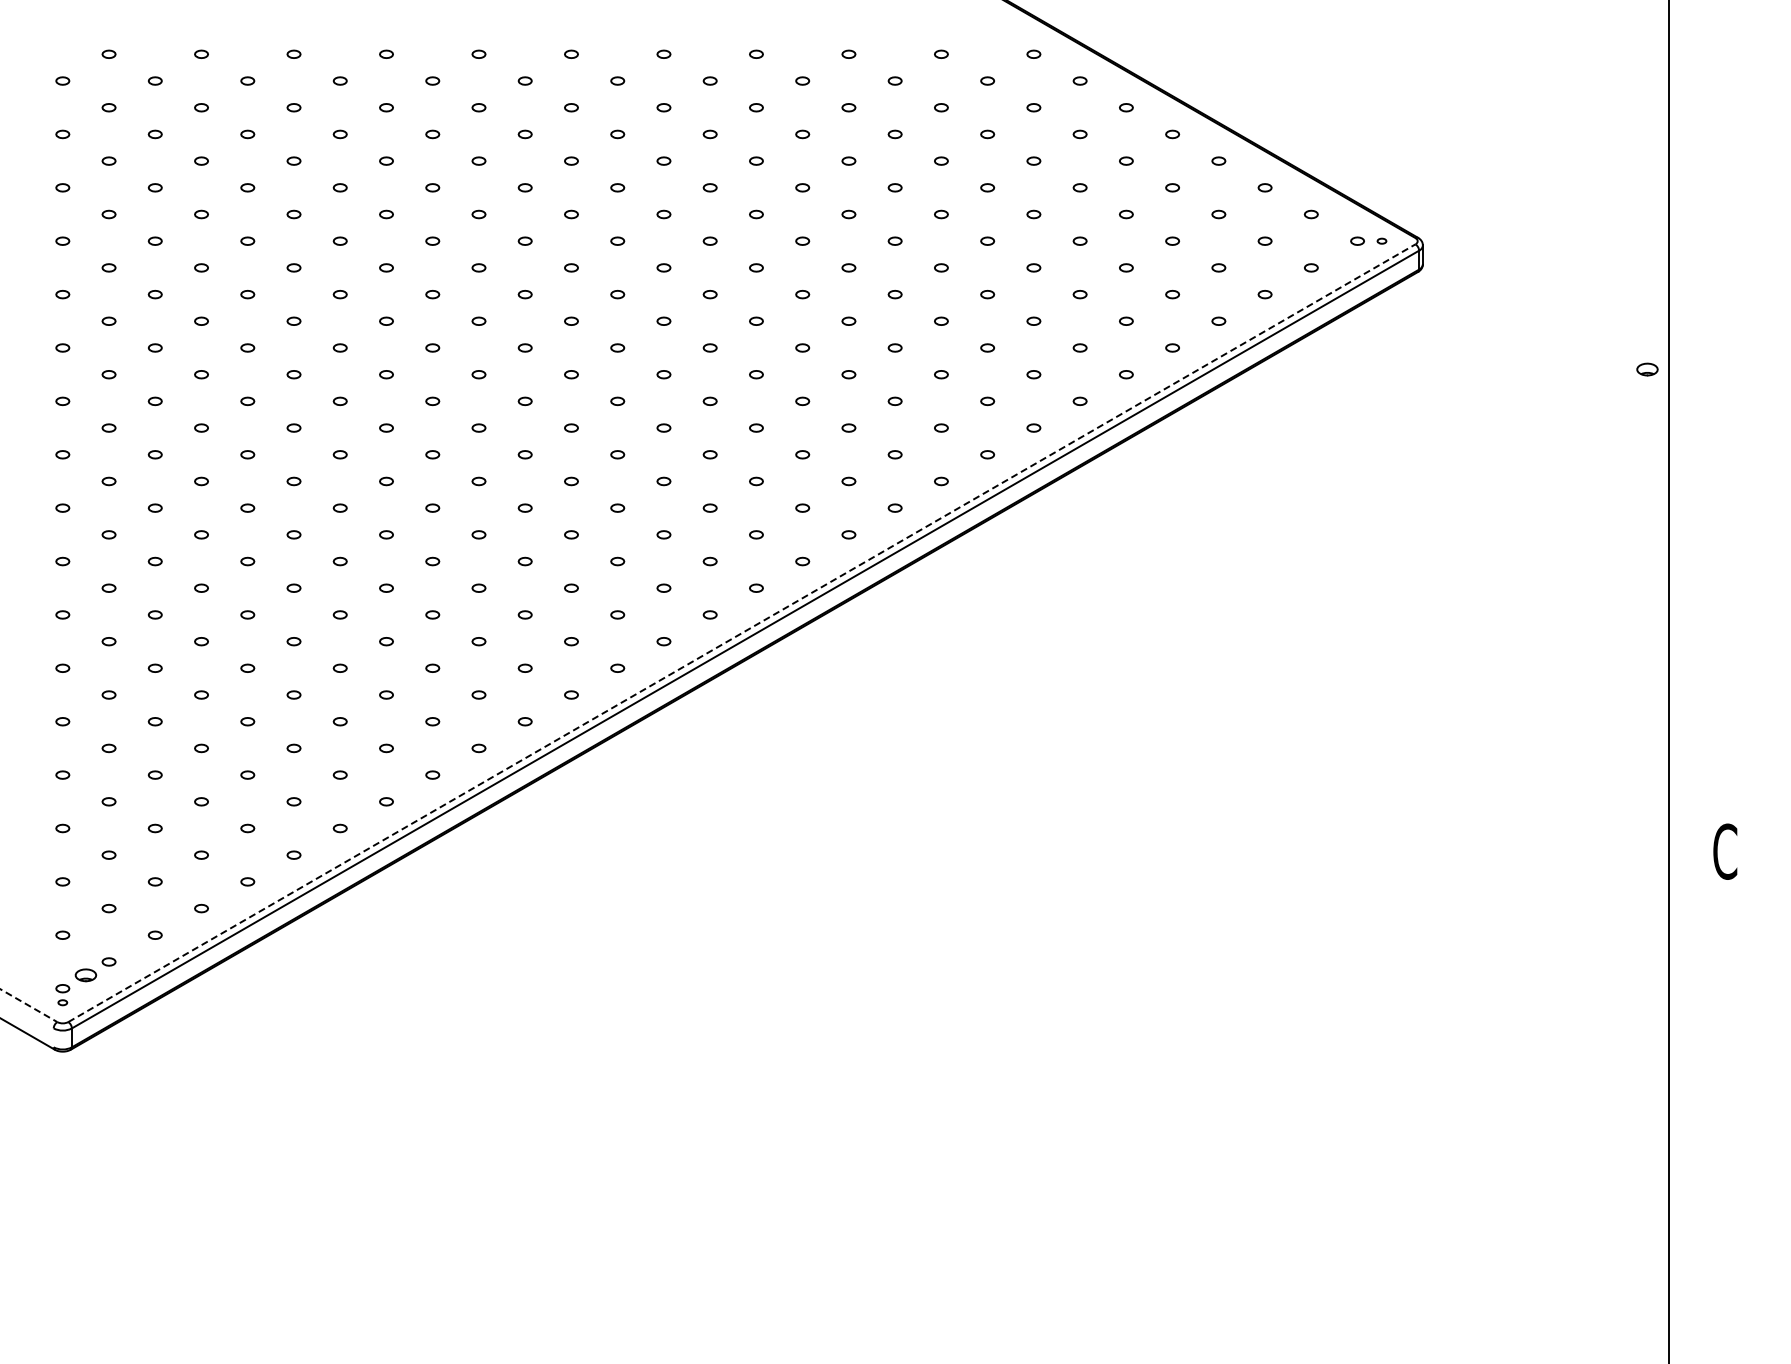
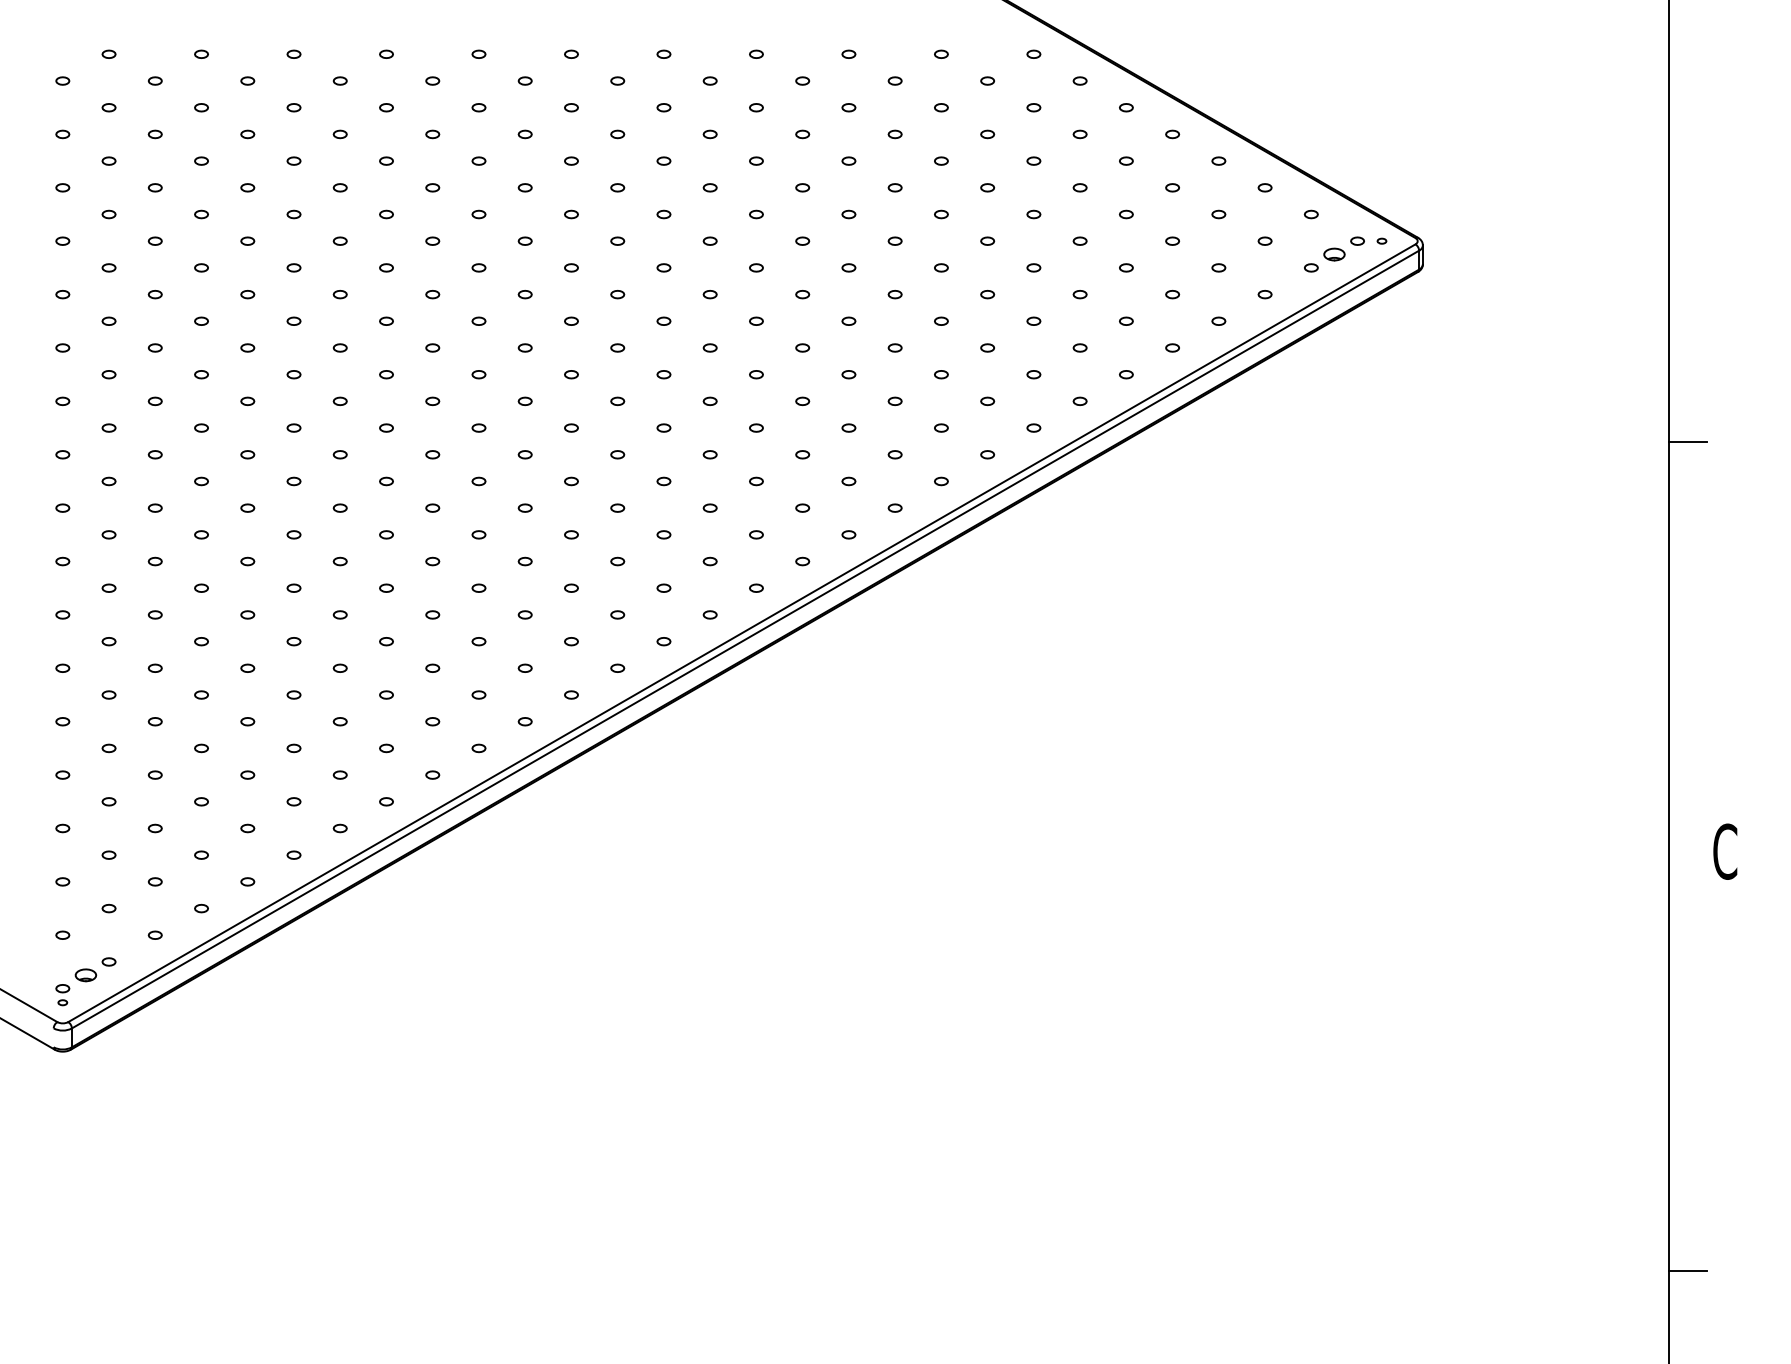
part at (1647, 369) position: (1647, 369) -> (1334, 254)
line at (1687, 442): none -> present
line at (741, 633): dashed -> solid
line at (28, 1005): dashed -> solid
line at (1687, 1271): none -> present
